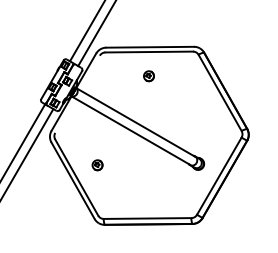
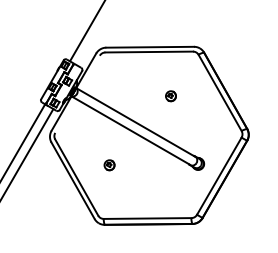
line at (96, 34): present -> none
part at (148, 76) position: (148, 76) -> (170, 96)
part at (97, 165) position: (97, 165) -> (109, 165)
